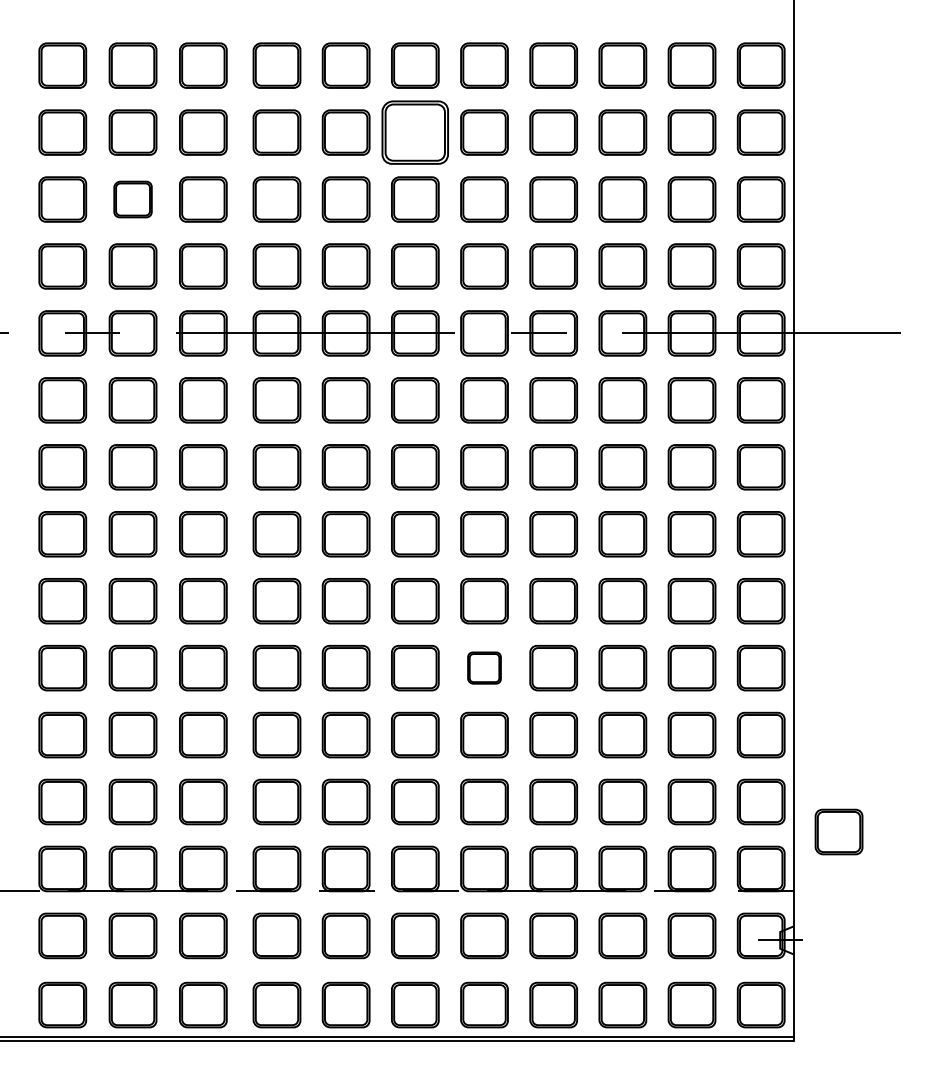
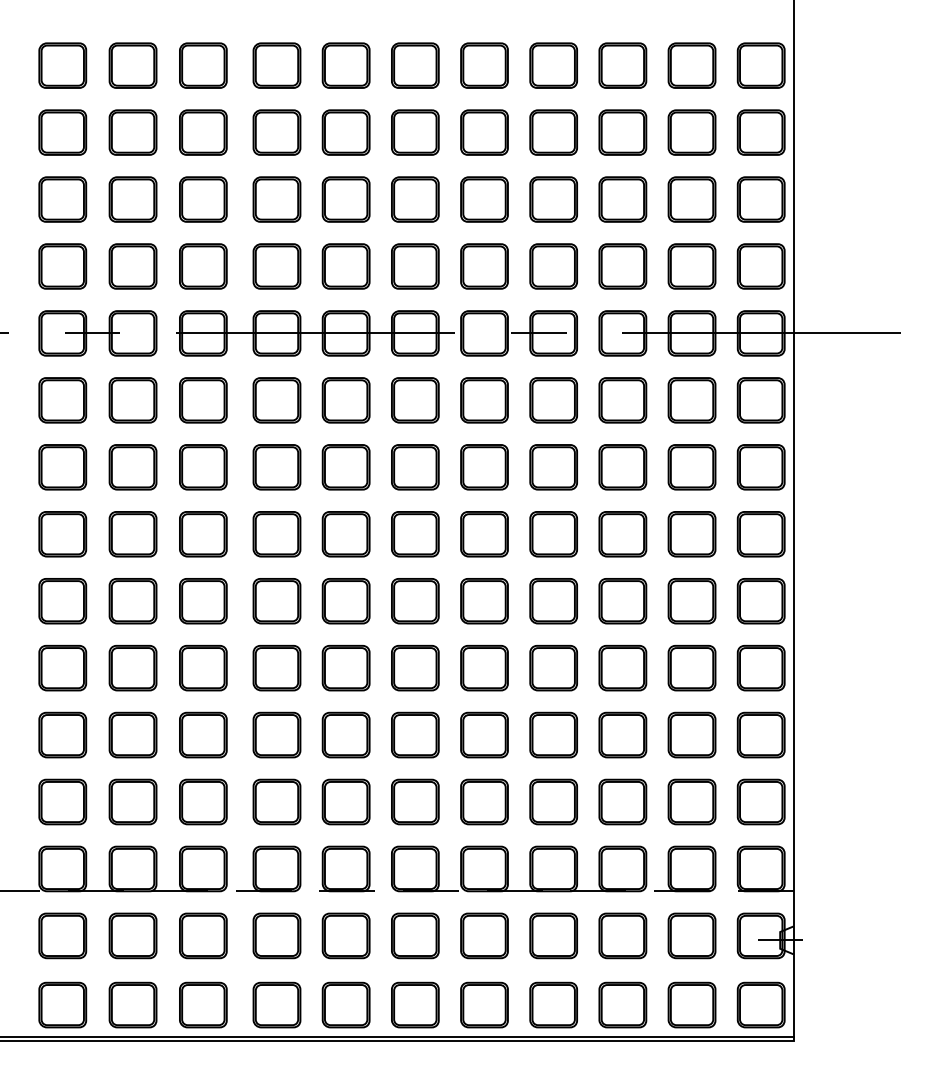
part at (414, 132) size: 68x65 px -> 49x47 px
part at (132, 199) size: 40x39 px -> 50x47 px
part at (484, 667) size: 35x34 px -> 49x48 px
part at (838, 831): present -> none
